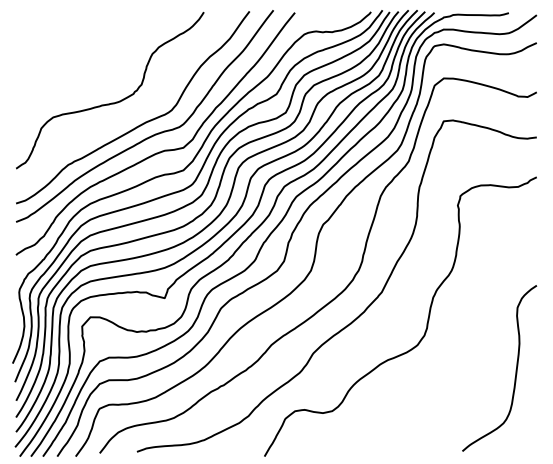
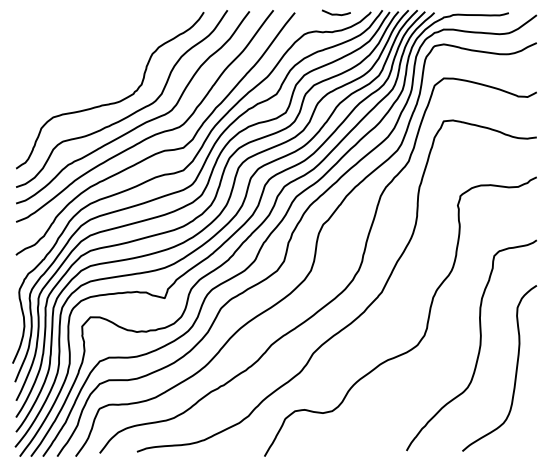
curve at (335, 13): none -> present
curve at (129, 114): none -> present
curve at (479, 345): none -> present
